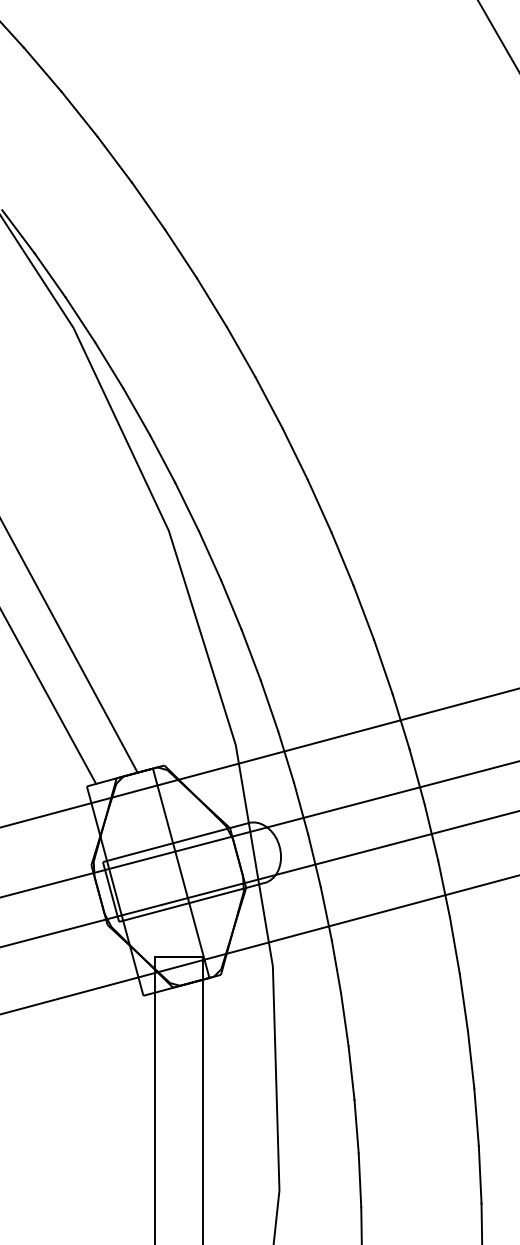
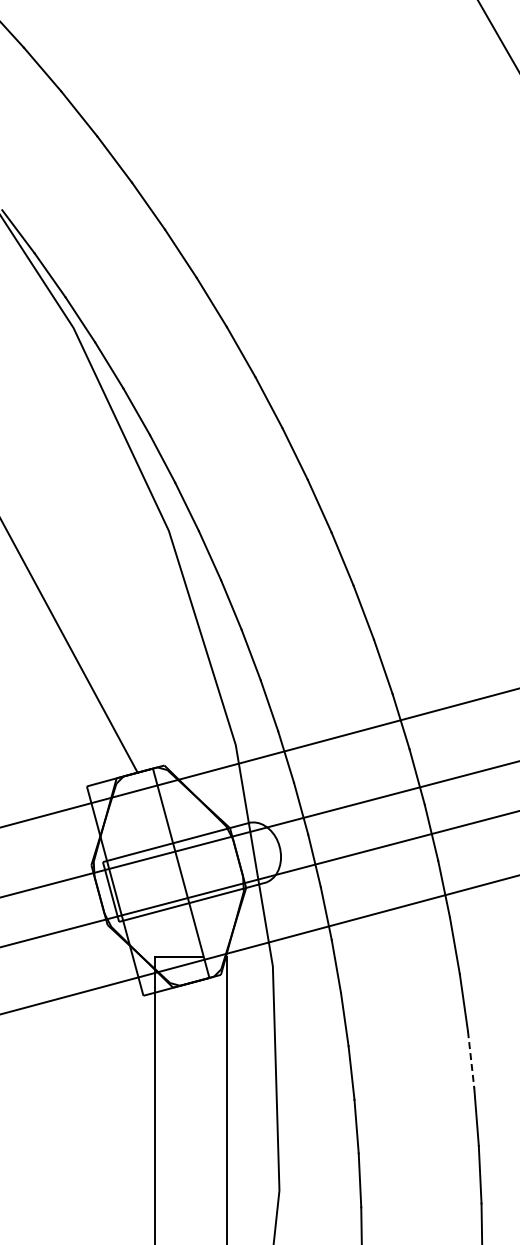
line at (49, 697): present -> none
line at (471, 1059): solid -> dashed
line at (203, 1098) position: (203, 1098) -> (227, 1098)
